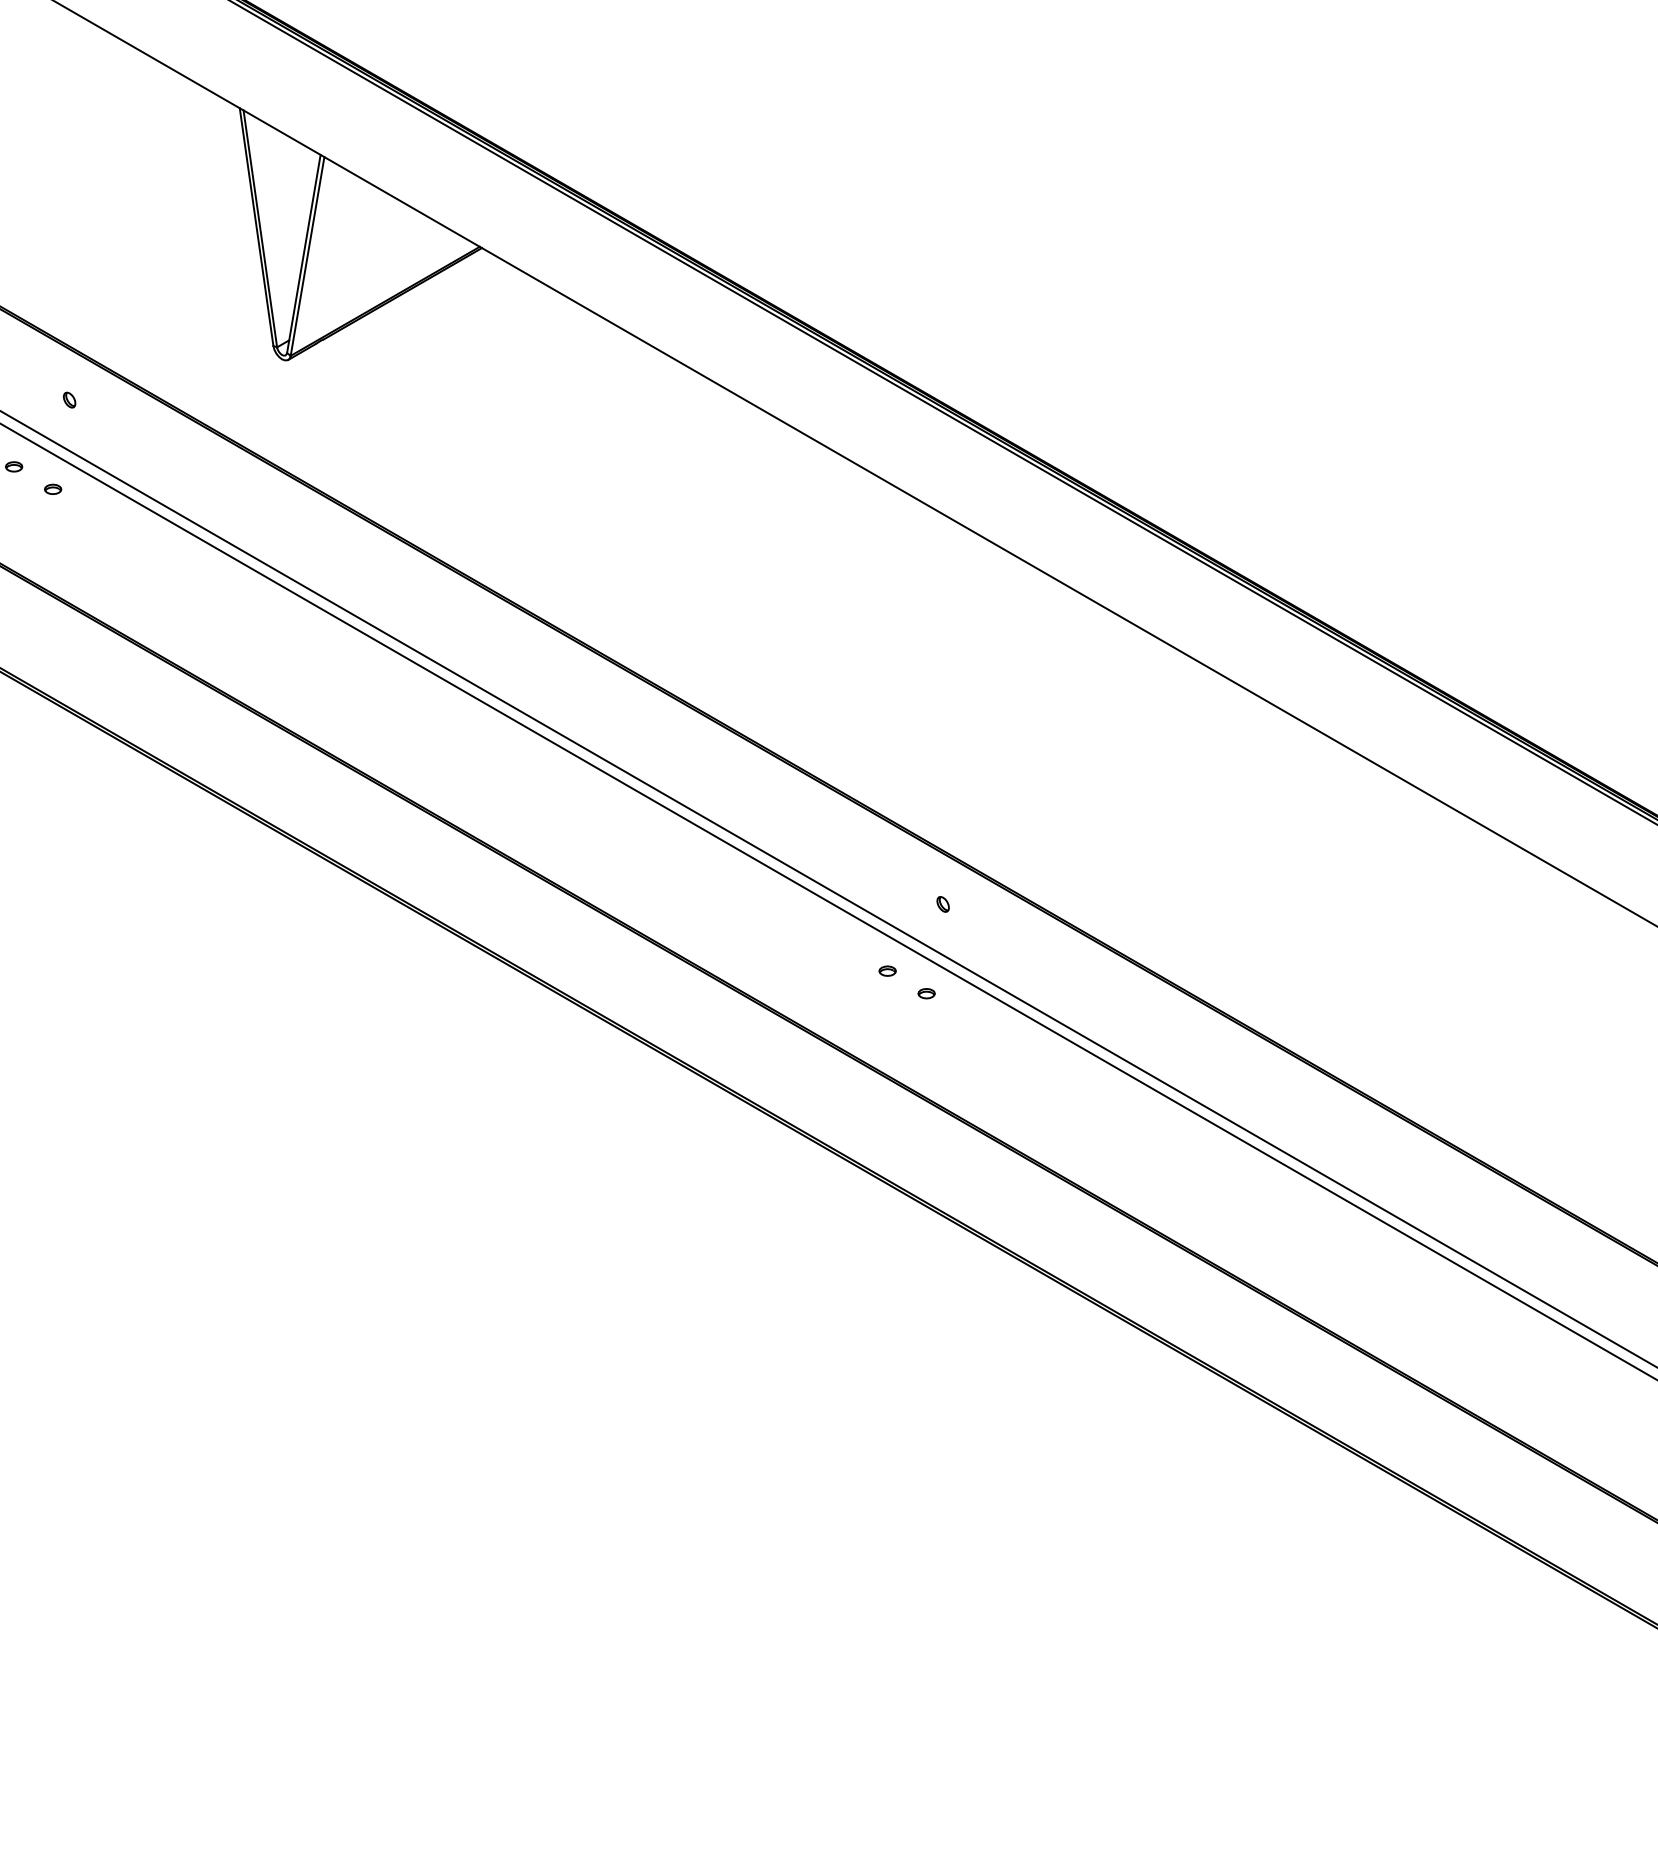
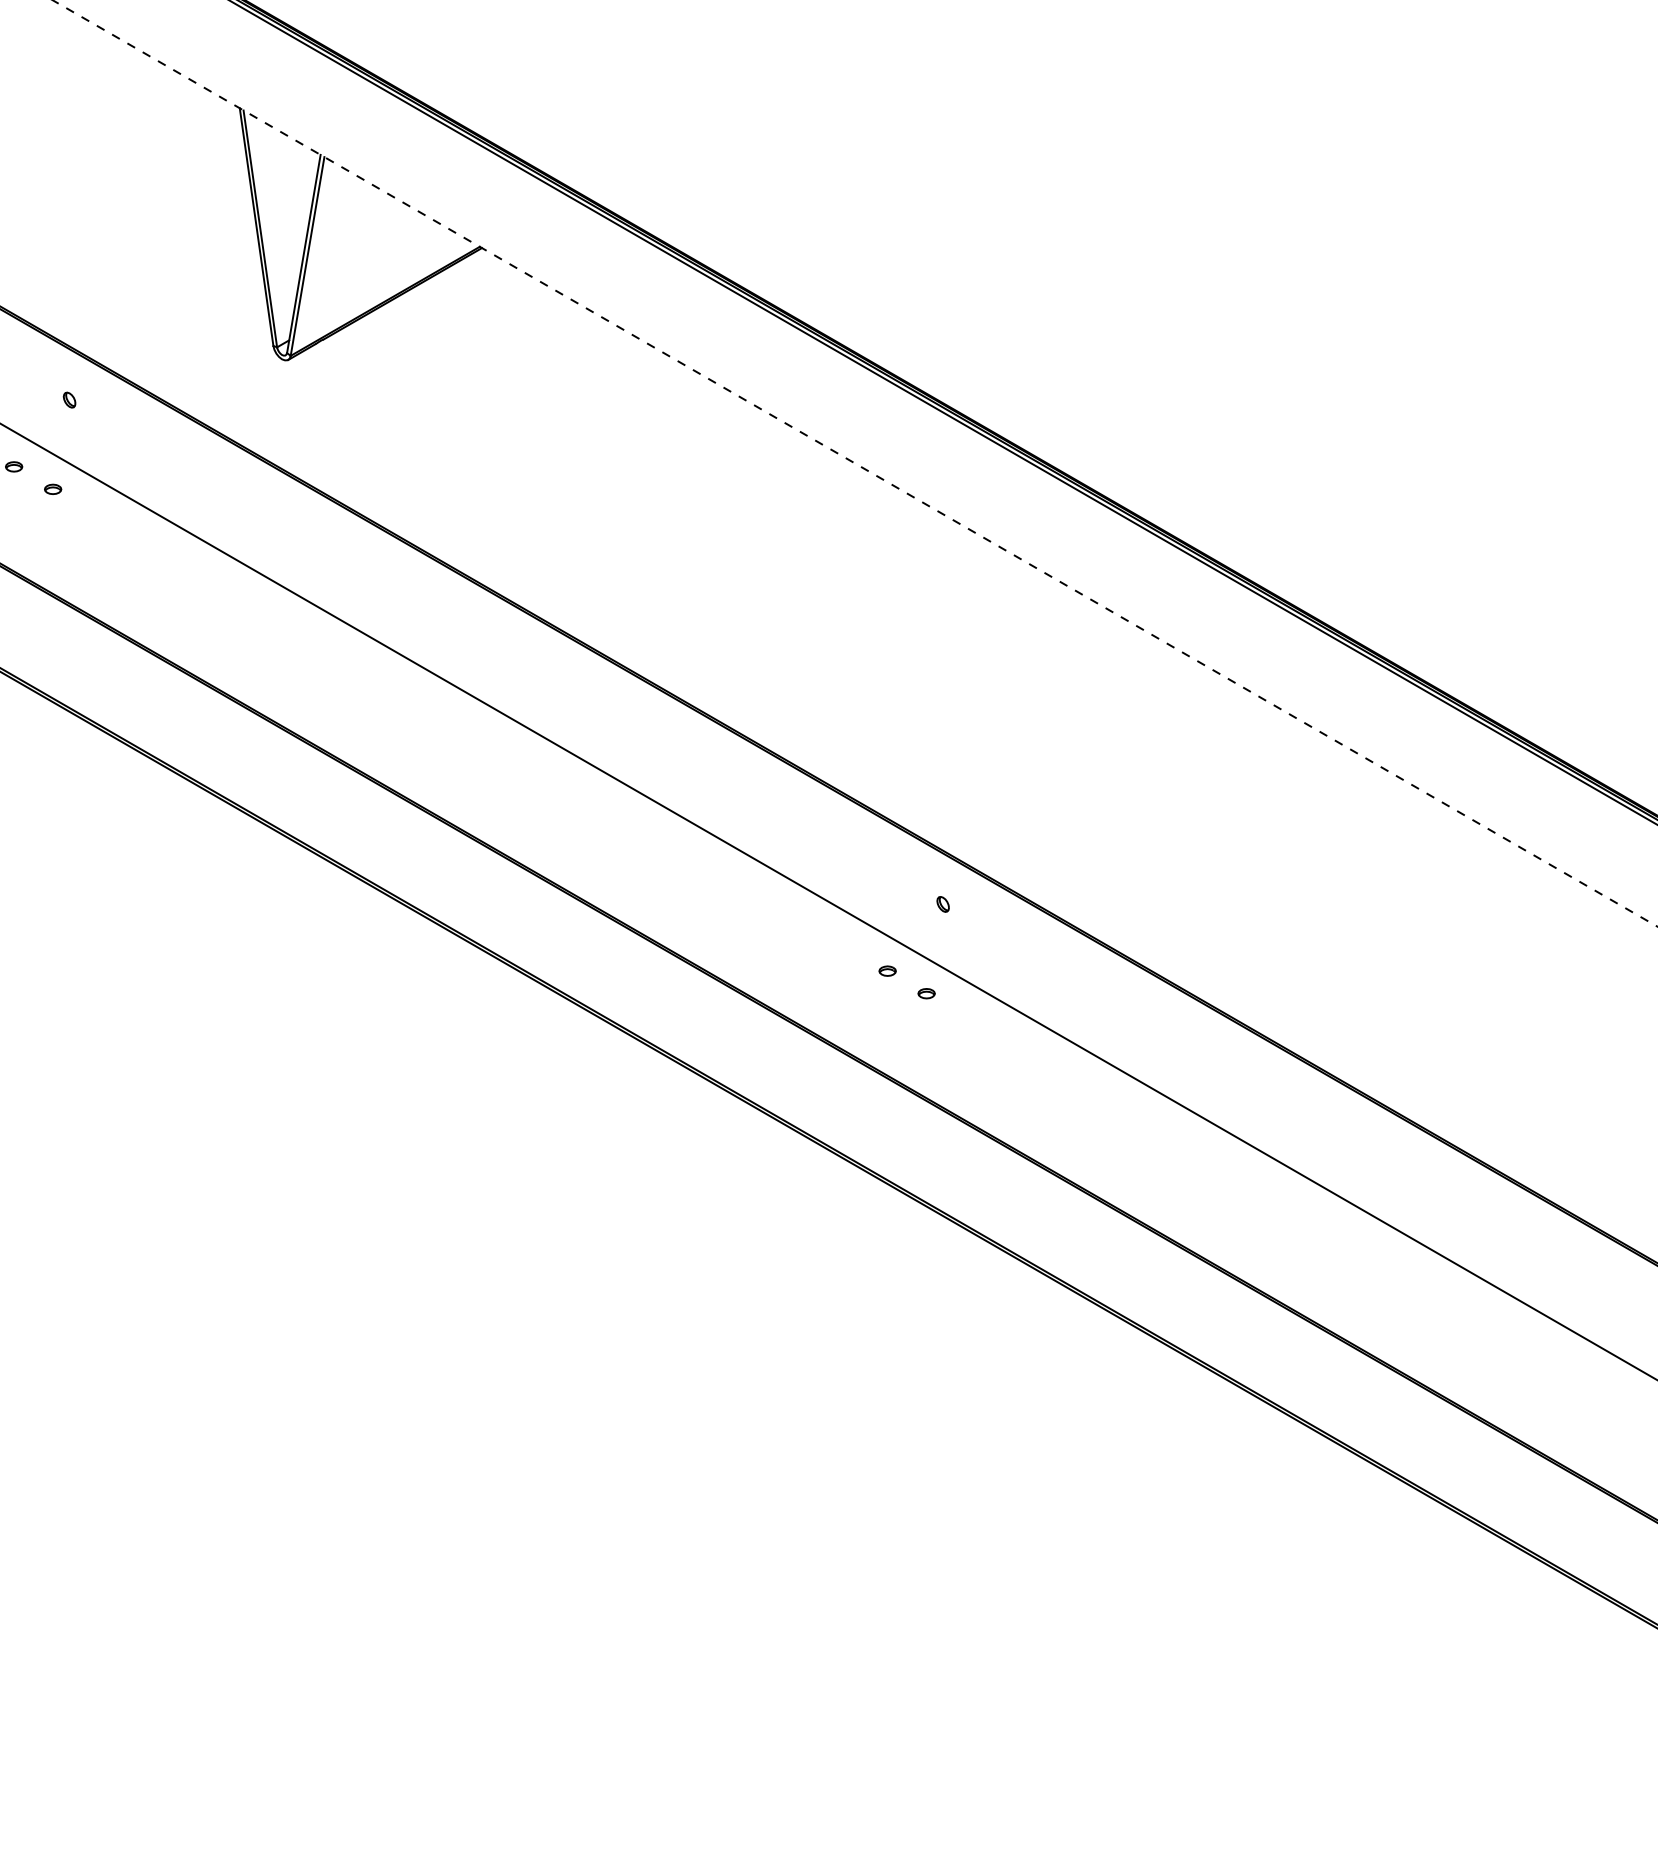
line at (855, 463): solid -> dashed
line at (828, 888): present -> none
